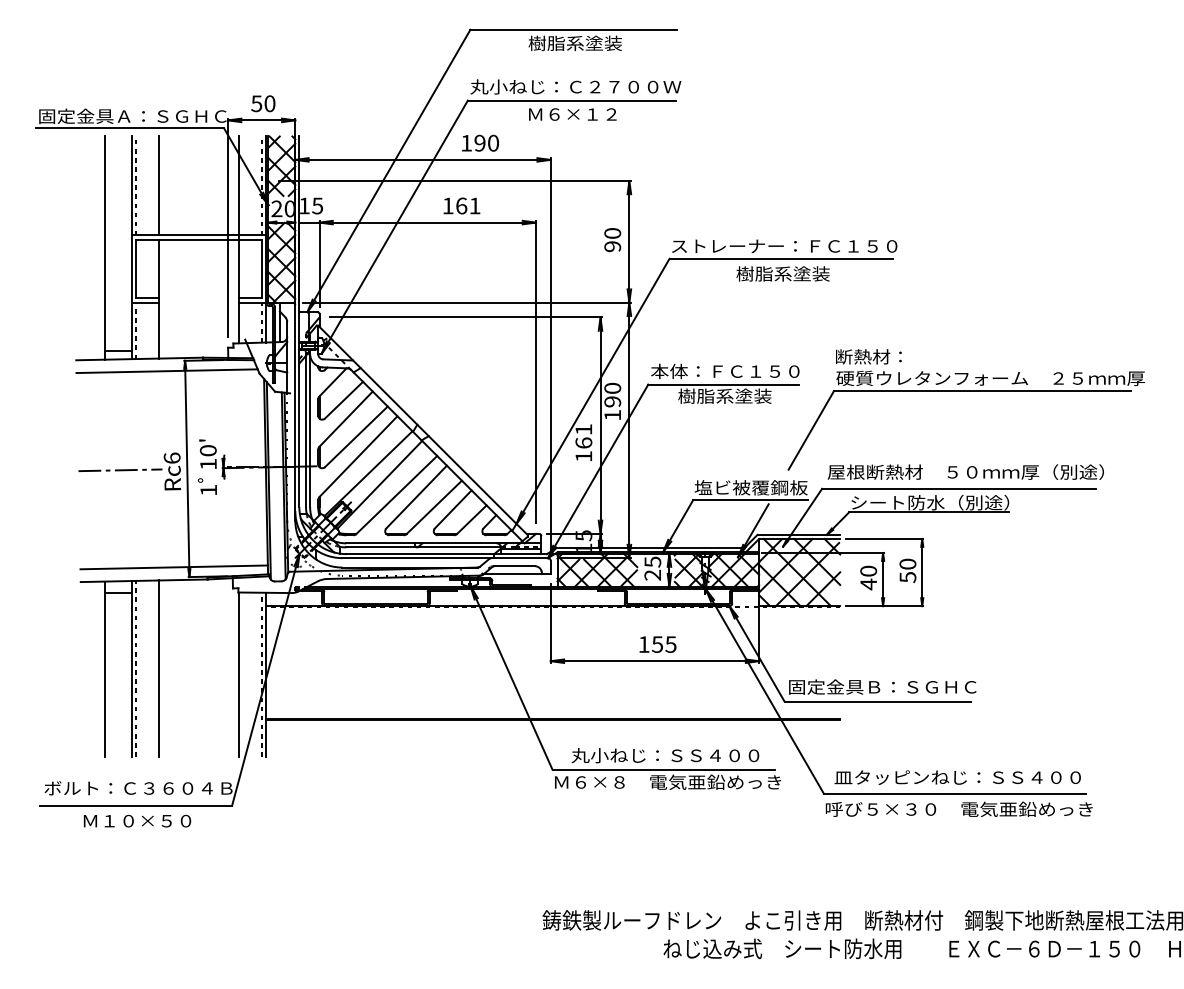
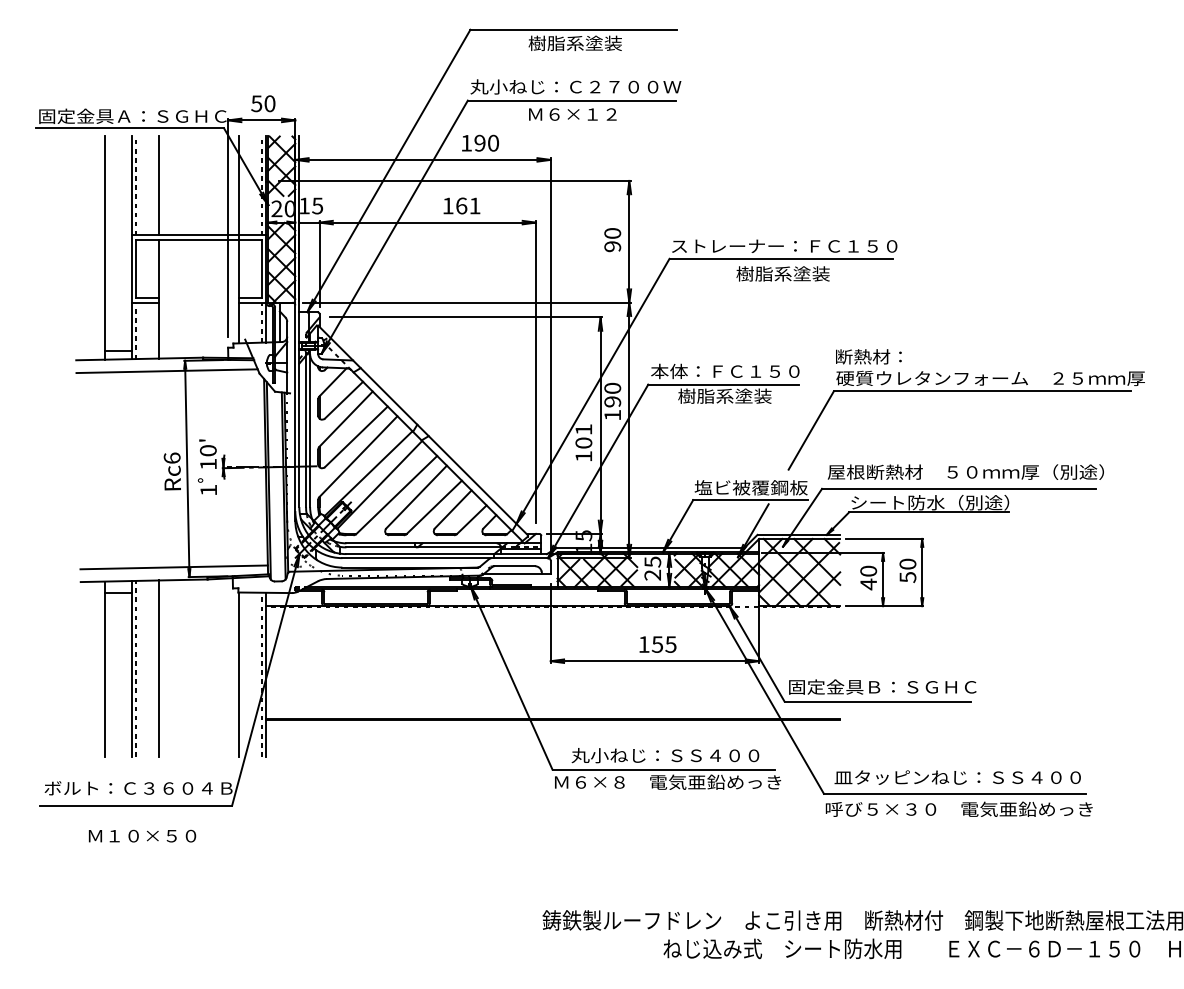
text at (583, 442): 161 -> 101
line at (120, 470): present -> none
text at (137, 820) position: (137, 820) -> (142, 835)
